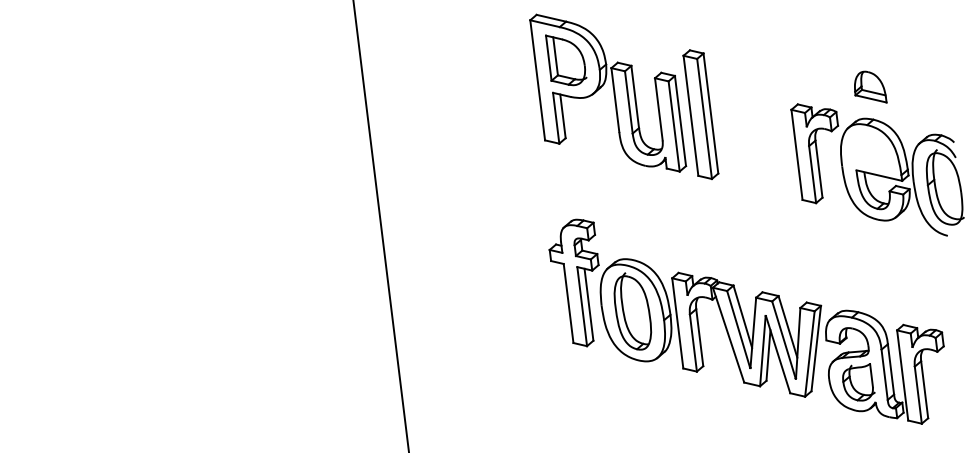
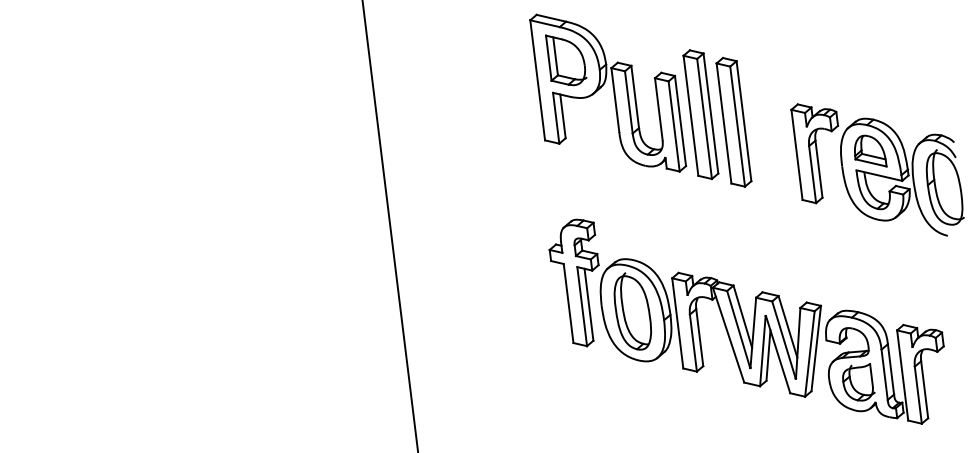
part at (870, 86) position: (870, 86) -> (870, 150)
part at (733, 122): none -> present
line at (380, 225) position: (380, 225) -> (389, 225)
